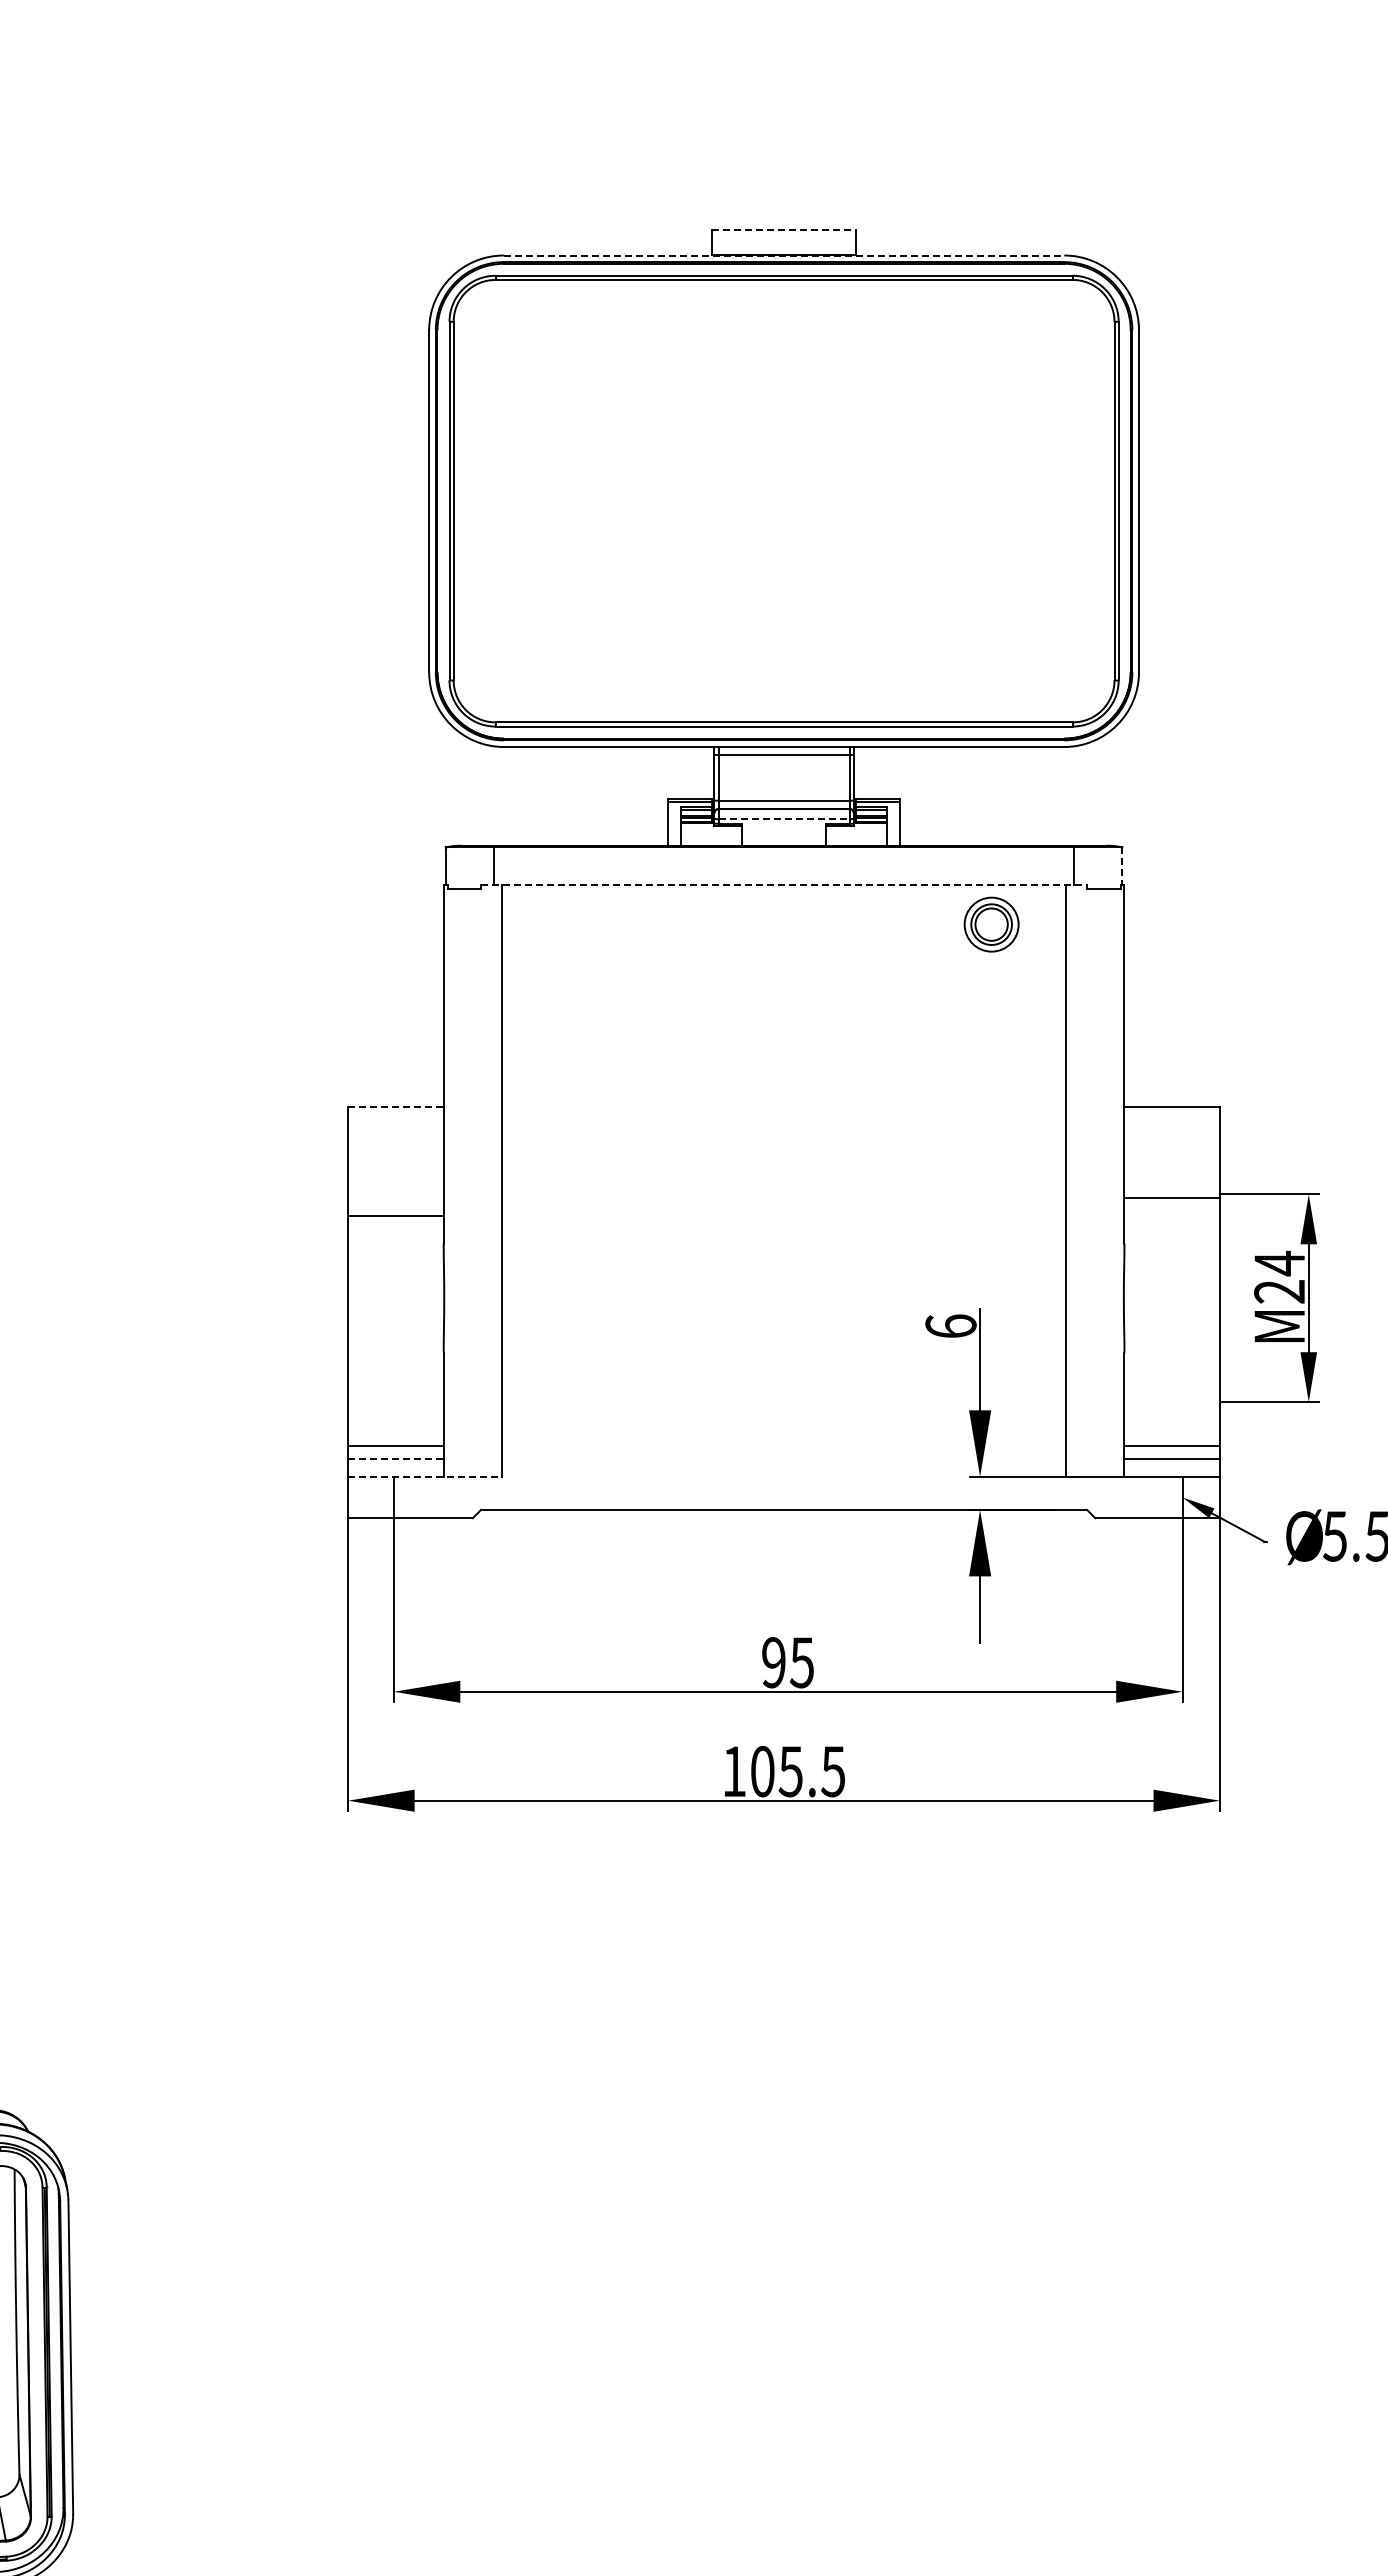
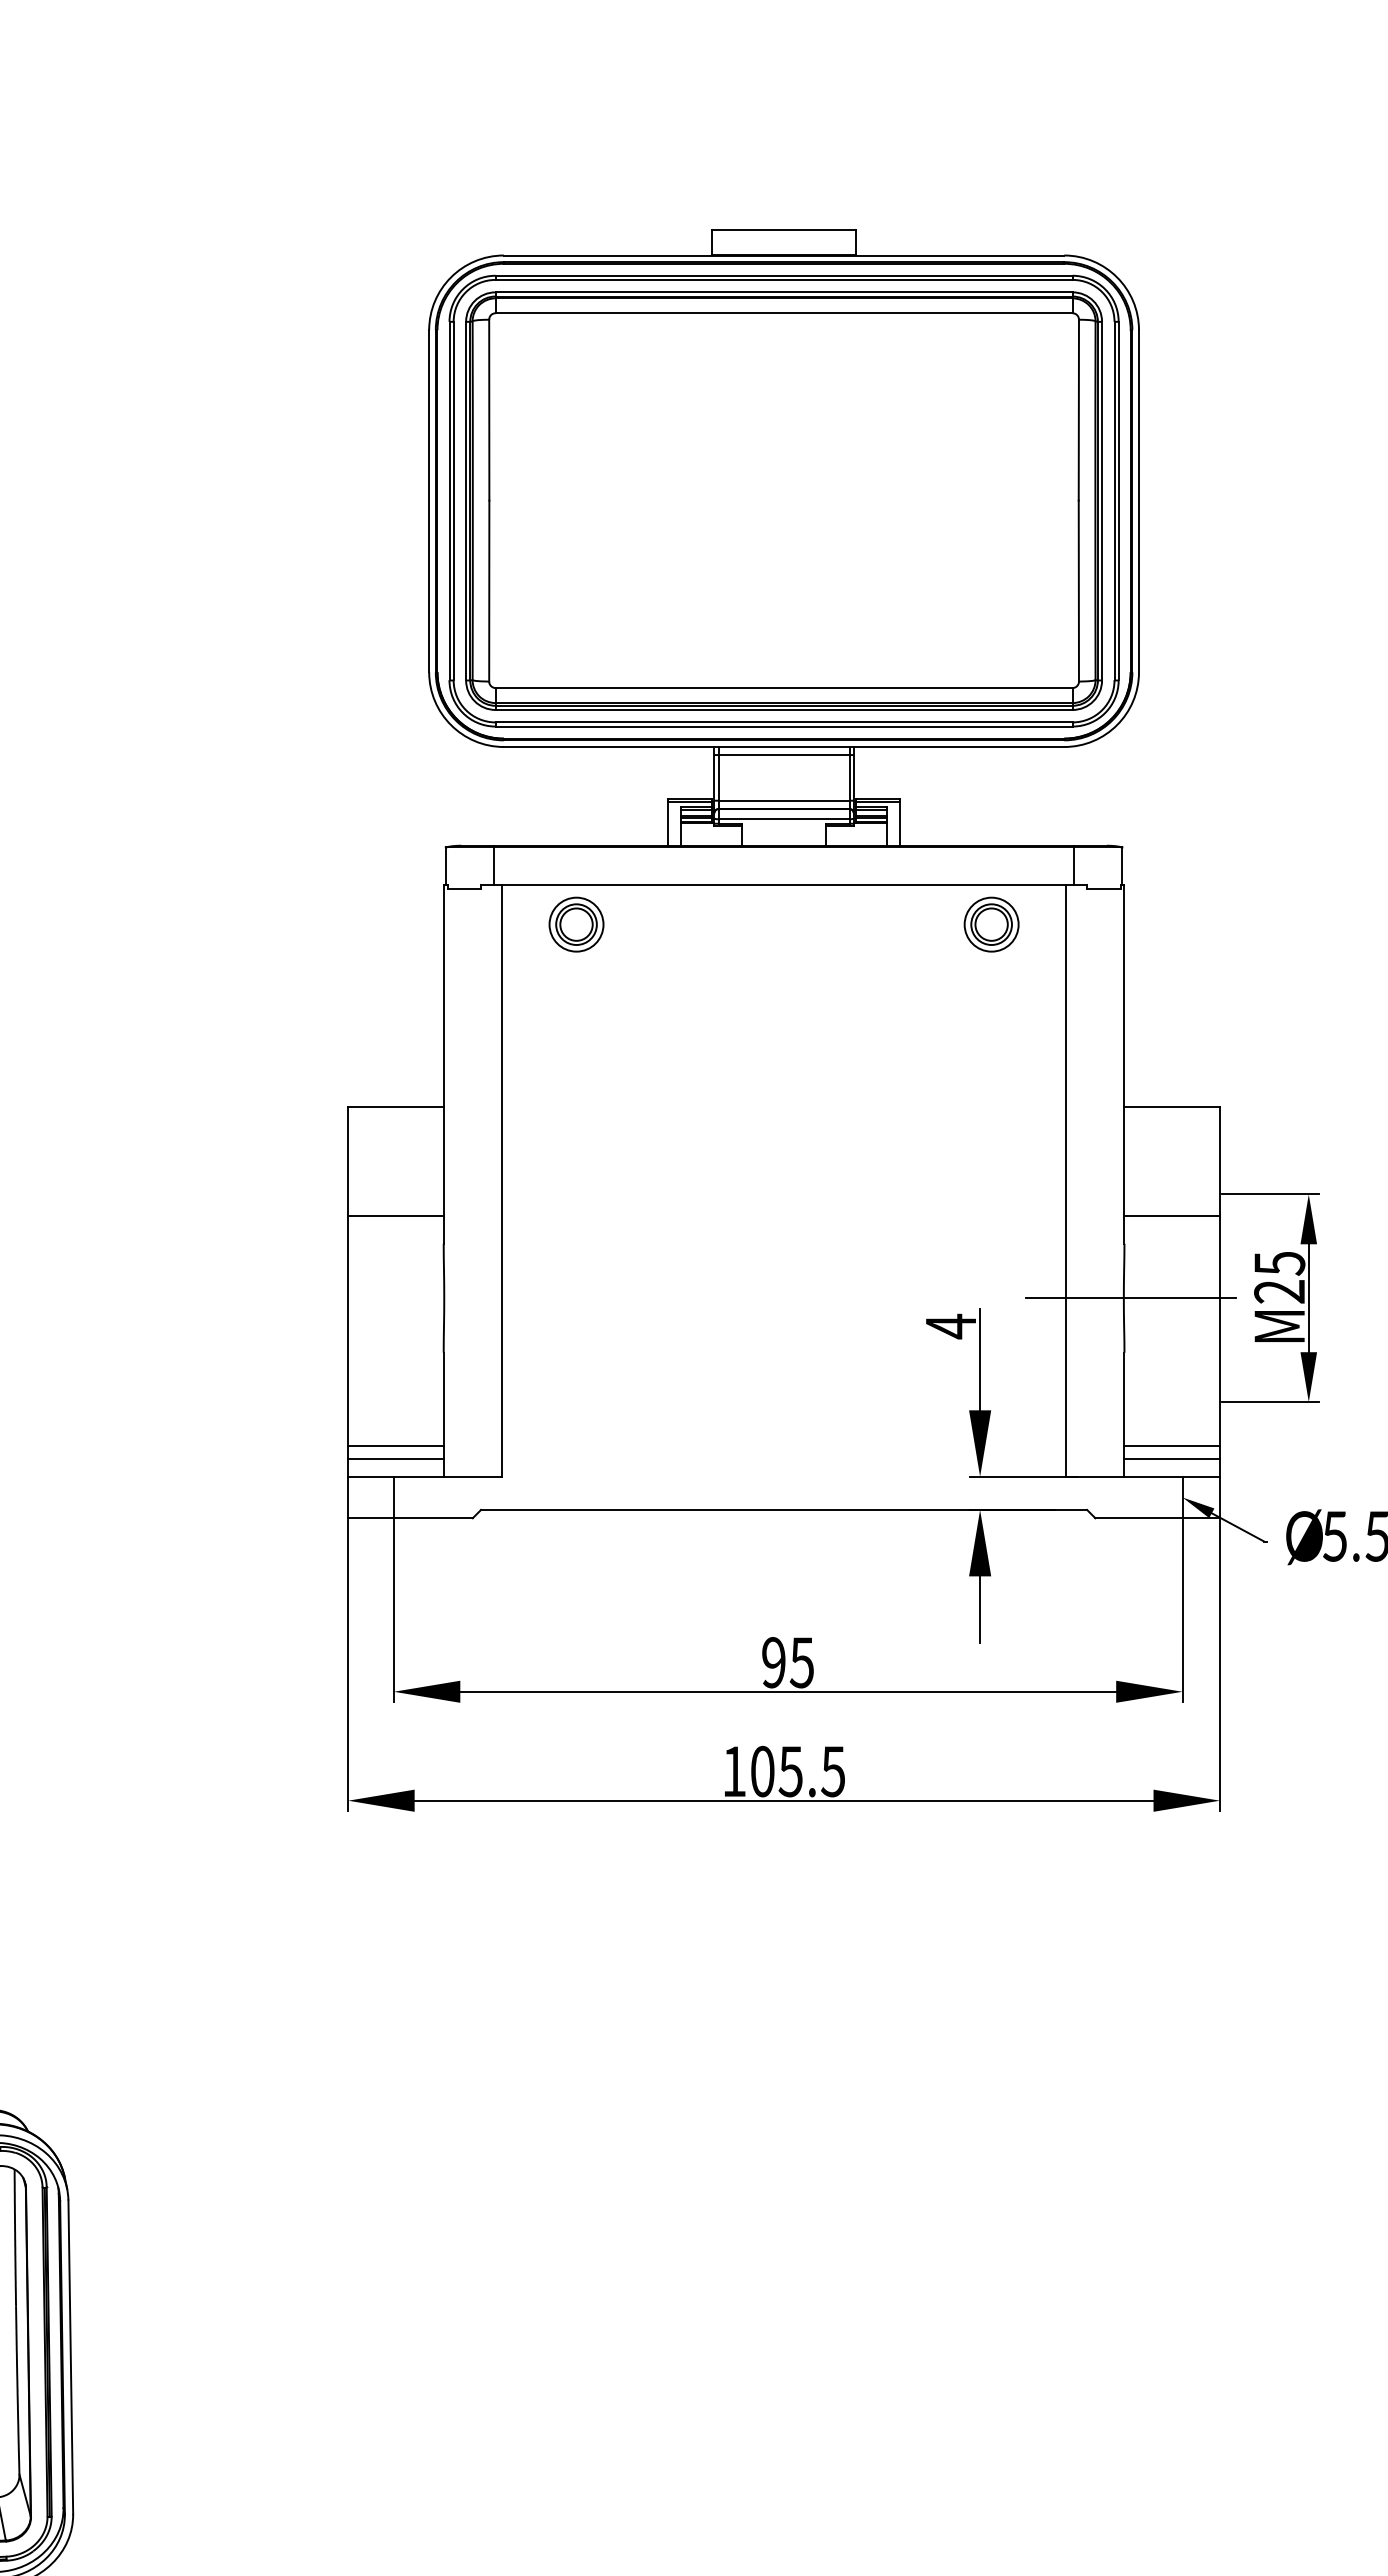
line at (784, 230): dashed -> solid
line at (784, 255): dashed -> solid
part at (783, 500): none -> present
line at (784, 819): dashed -> solid
line at (1122, 866): dashed -> solid
line at (784, 884): dashed -> solid
part at (576, 924): none -> present
line at (395, 1107): dashed -> solid
line at (1171, 1197) position: (1171, 1197) -> (1171, 1215)
text at (1279, 1263): M24 -> M25
line at (1131, 1298): none -> present
text at (950, 1326): 6 -> 4
line at (395, 1458): dashed -> solid
line at (425, 1476): dashed -> solid
